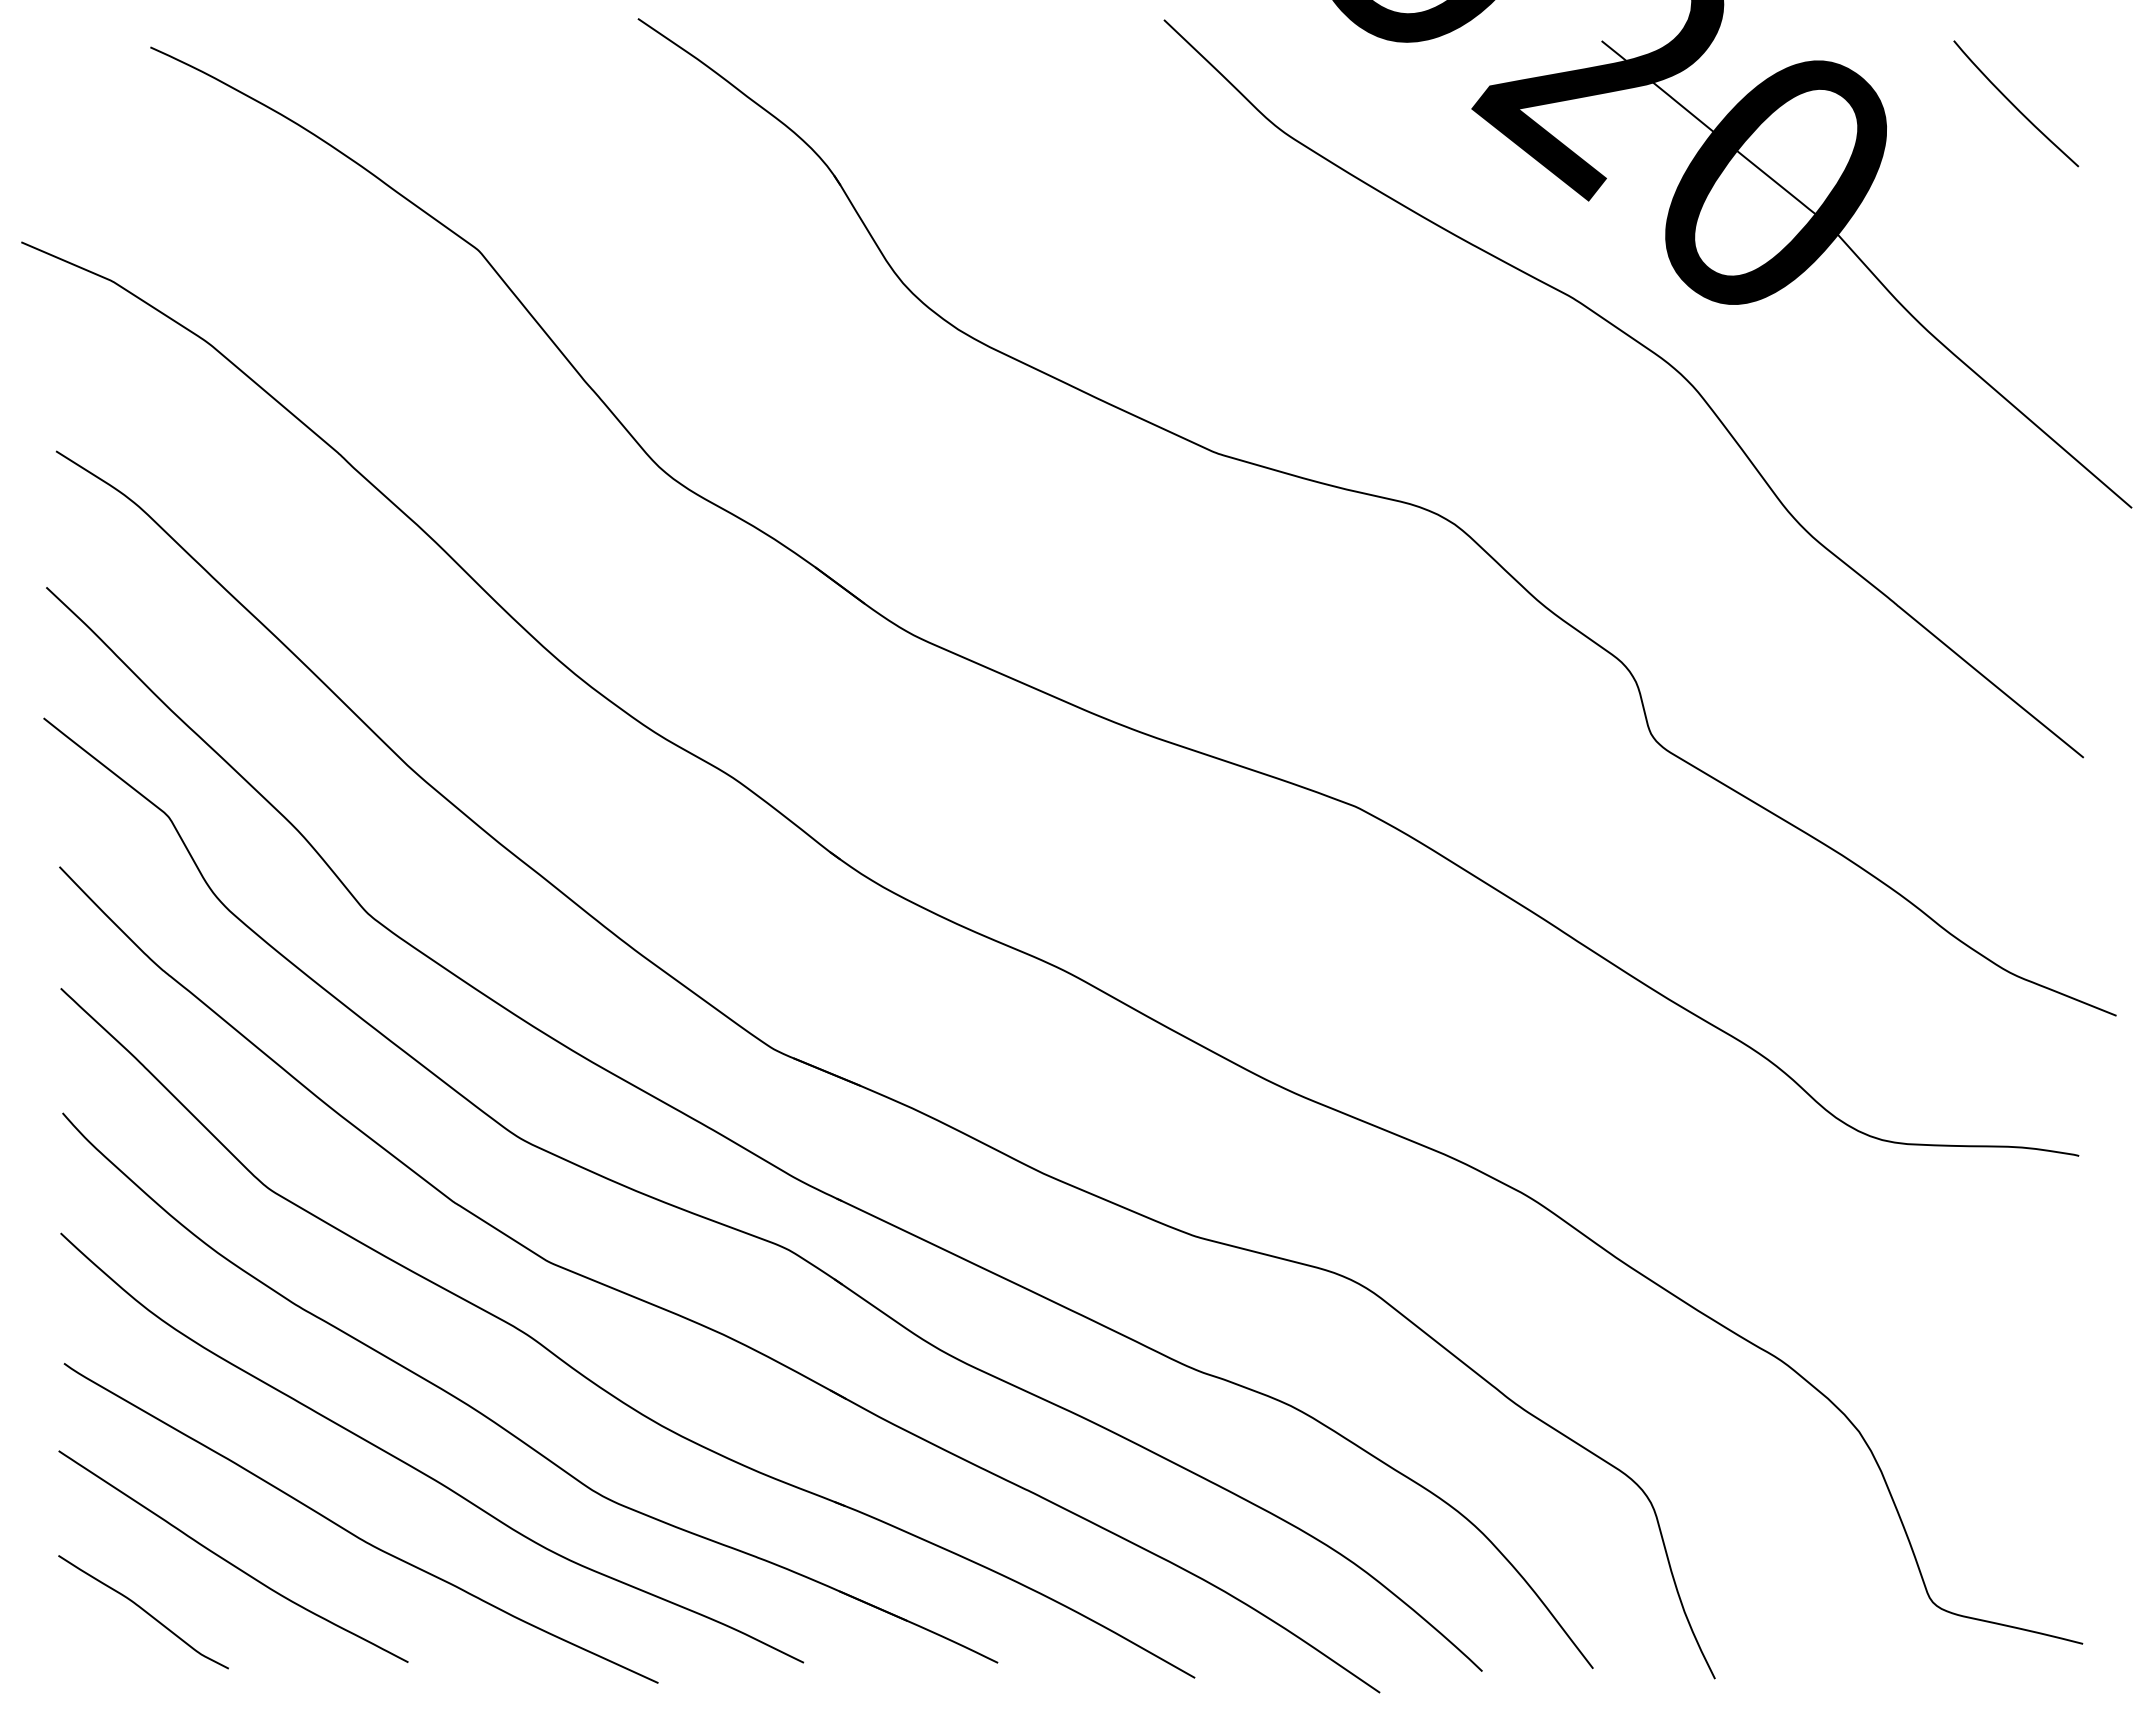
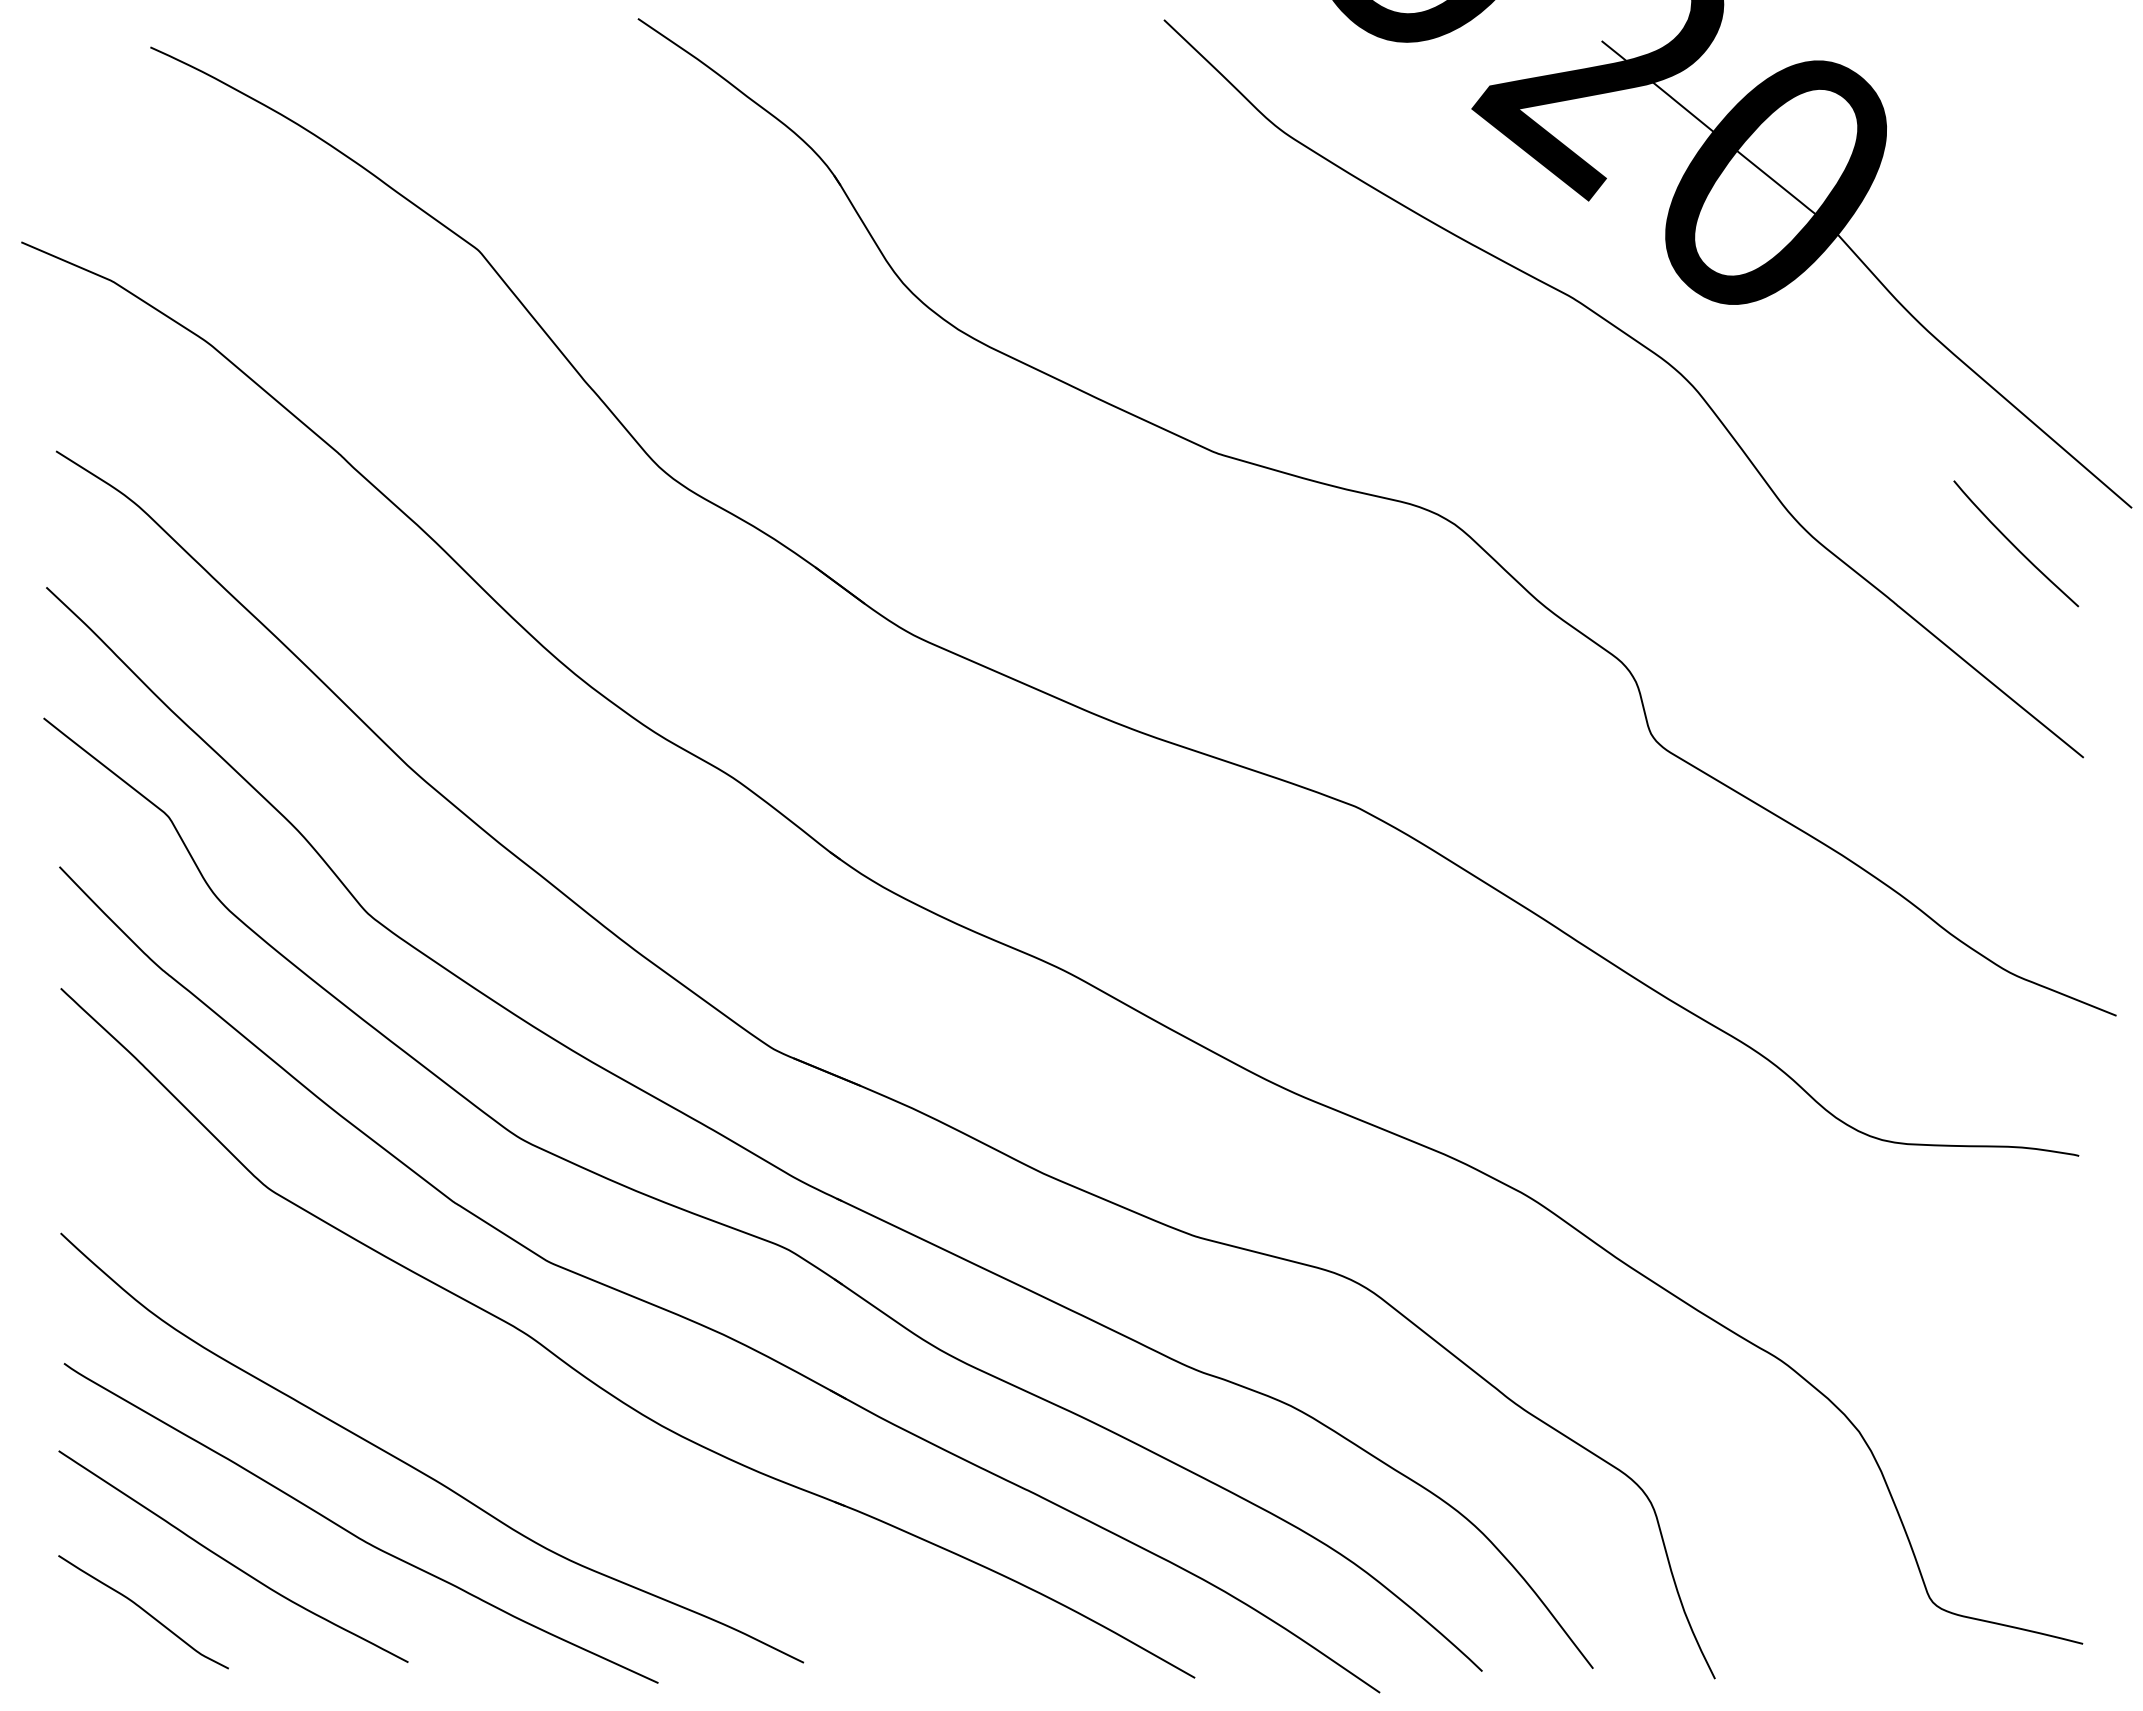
curve at (2014, 104) position: (2014, 104) -> (2014, 544)
part at (502, 1426): present -> none
